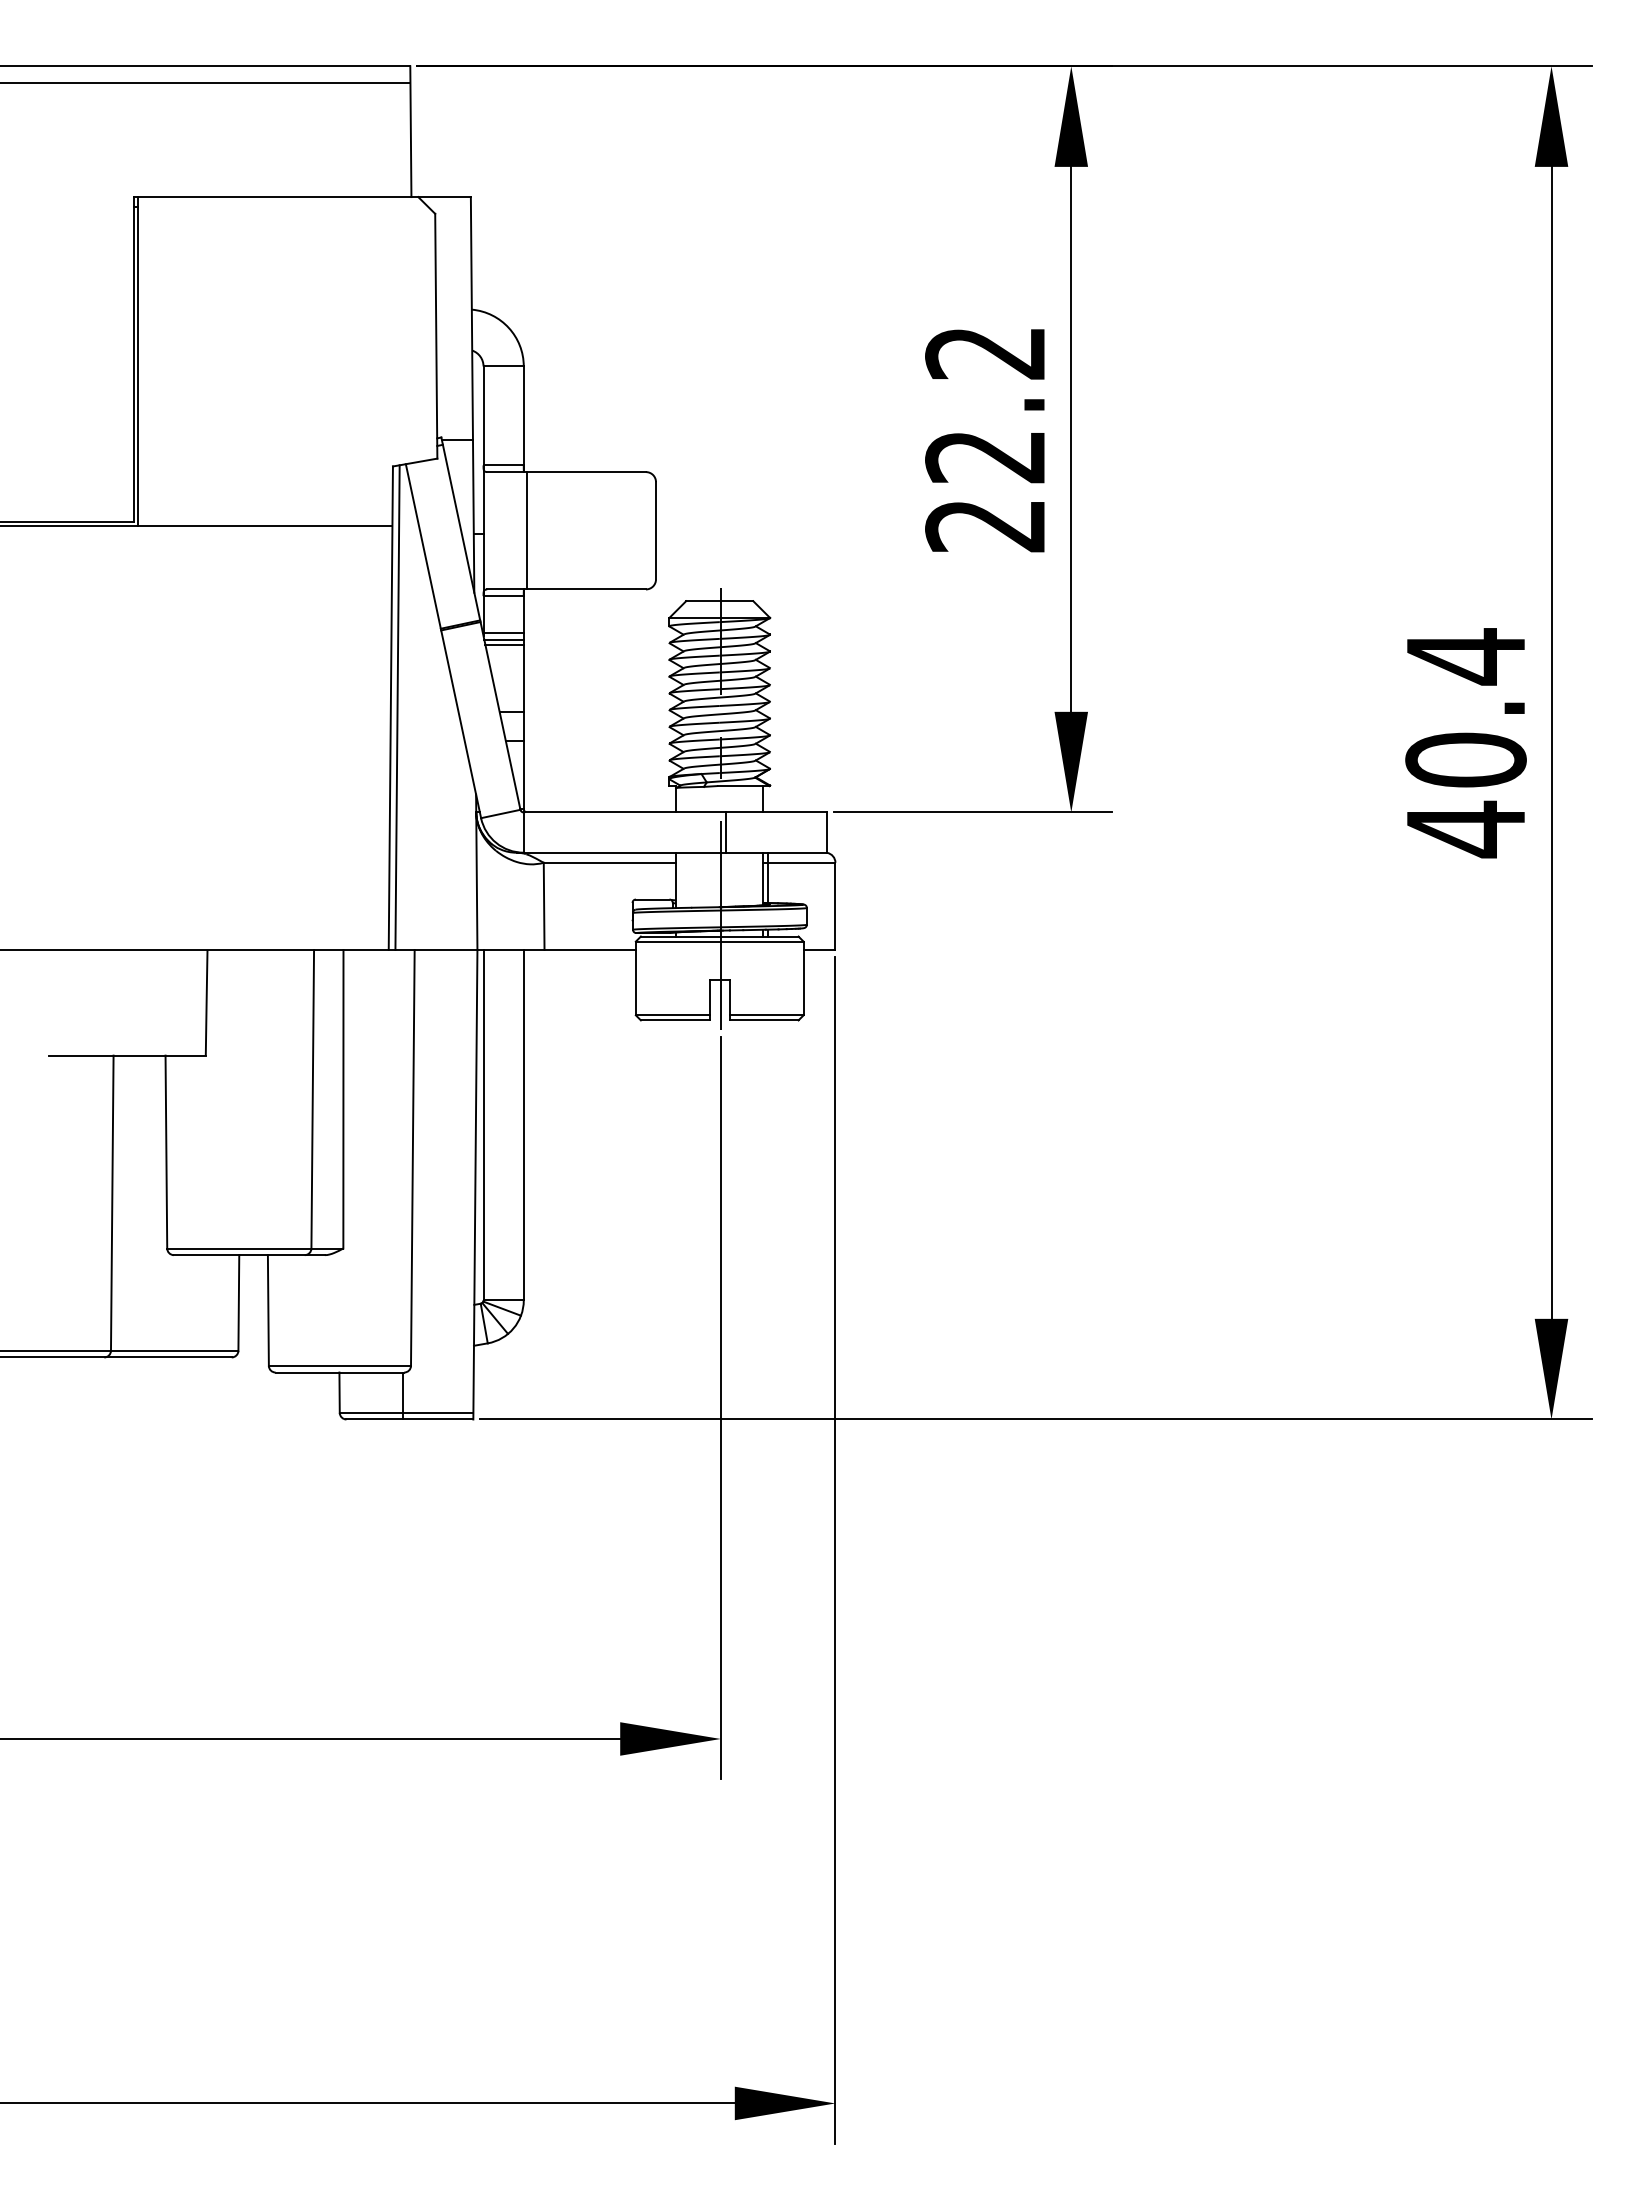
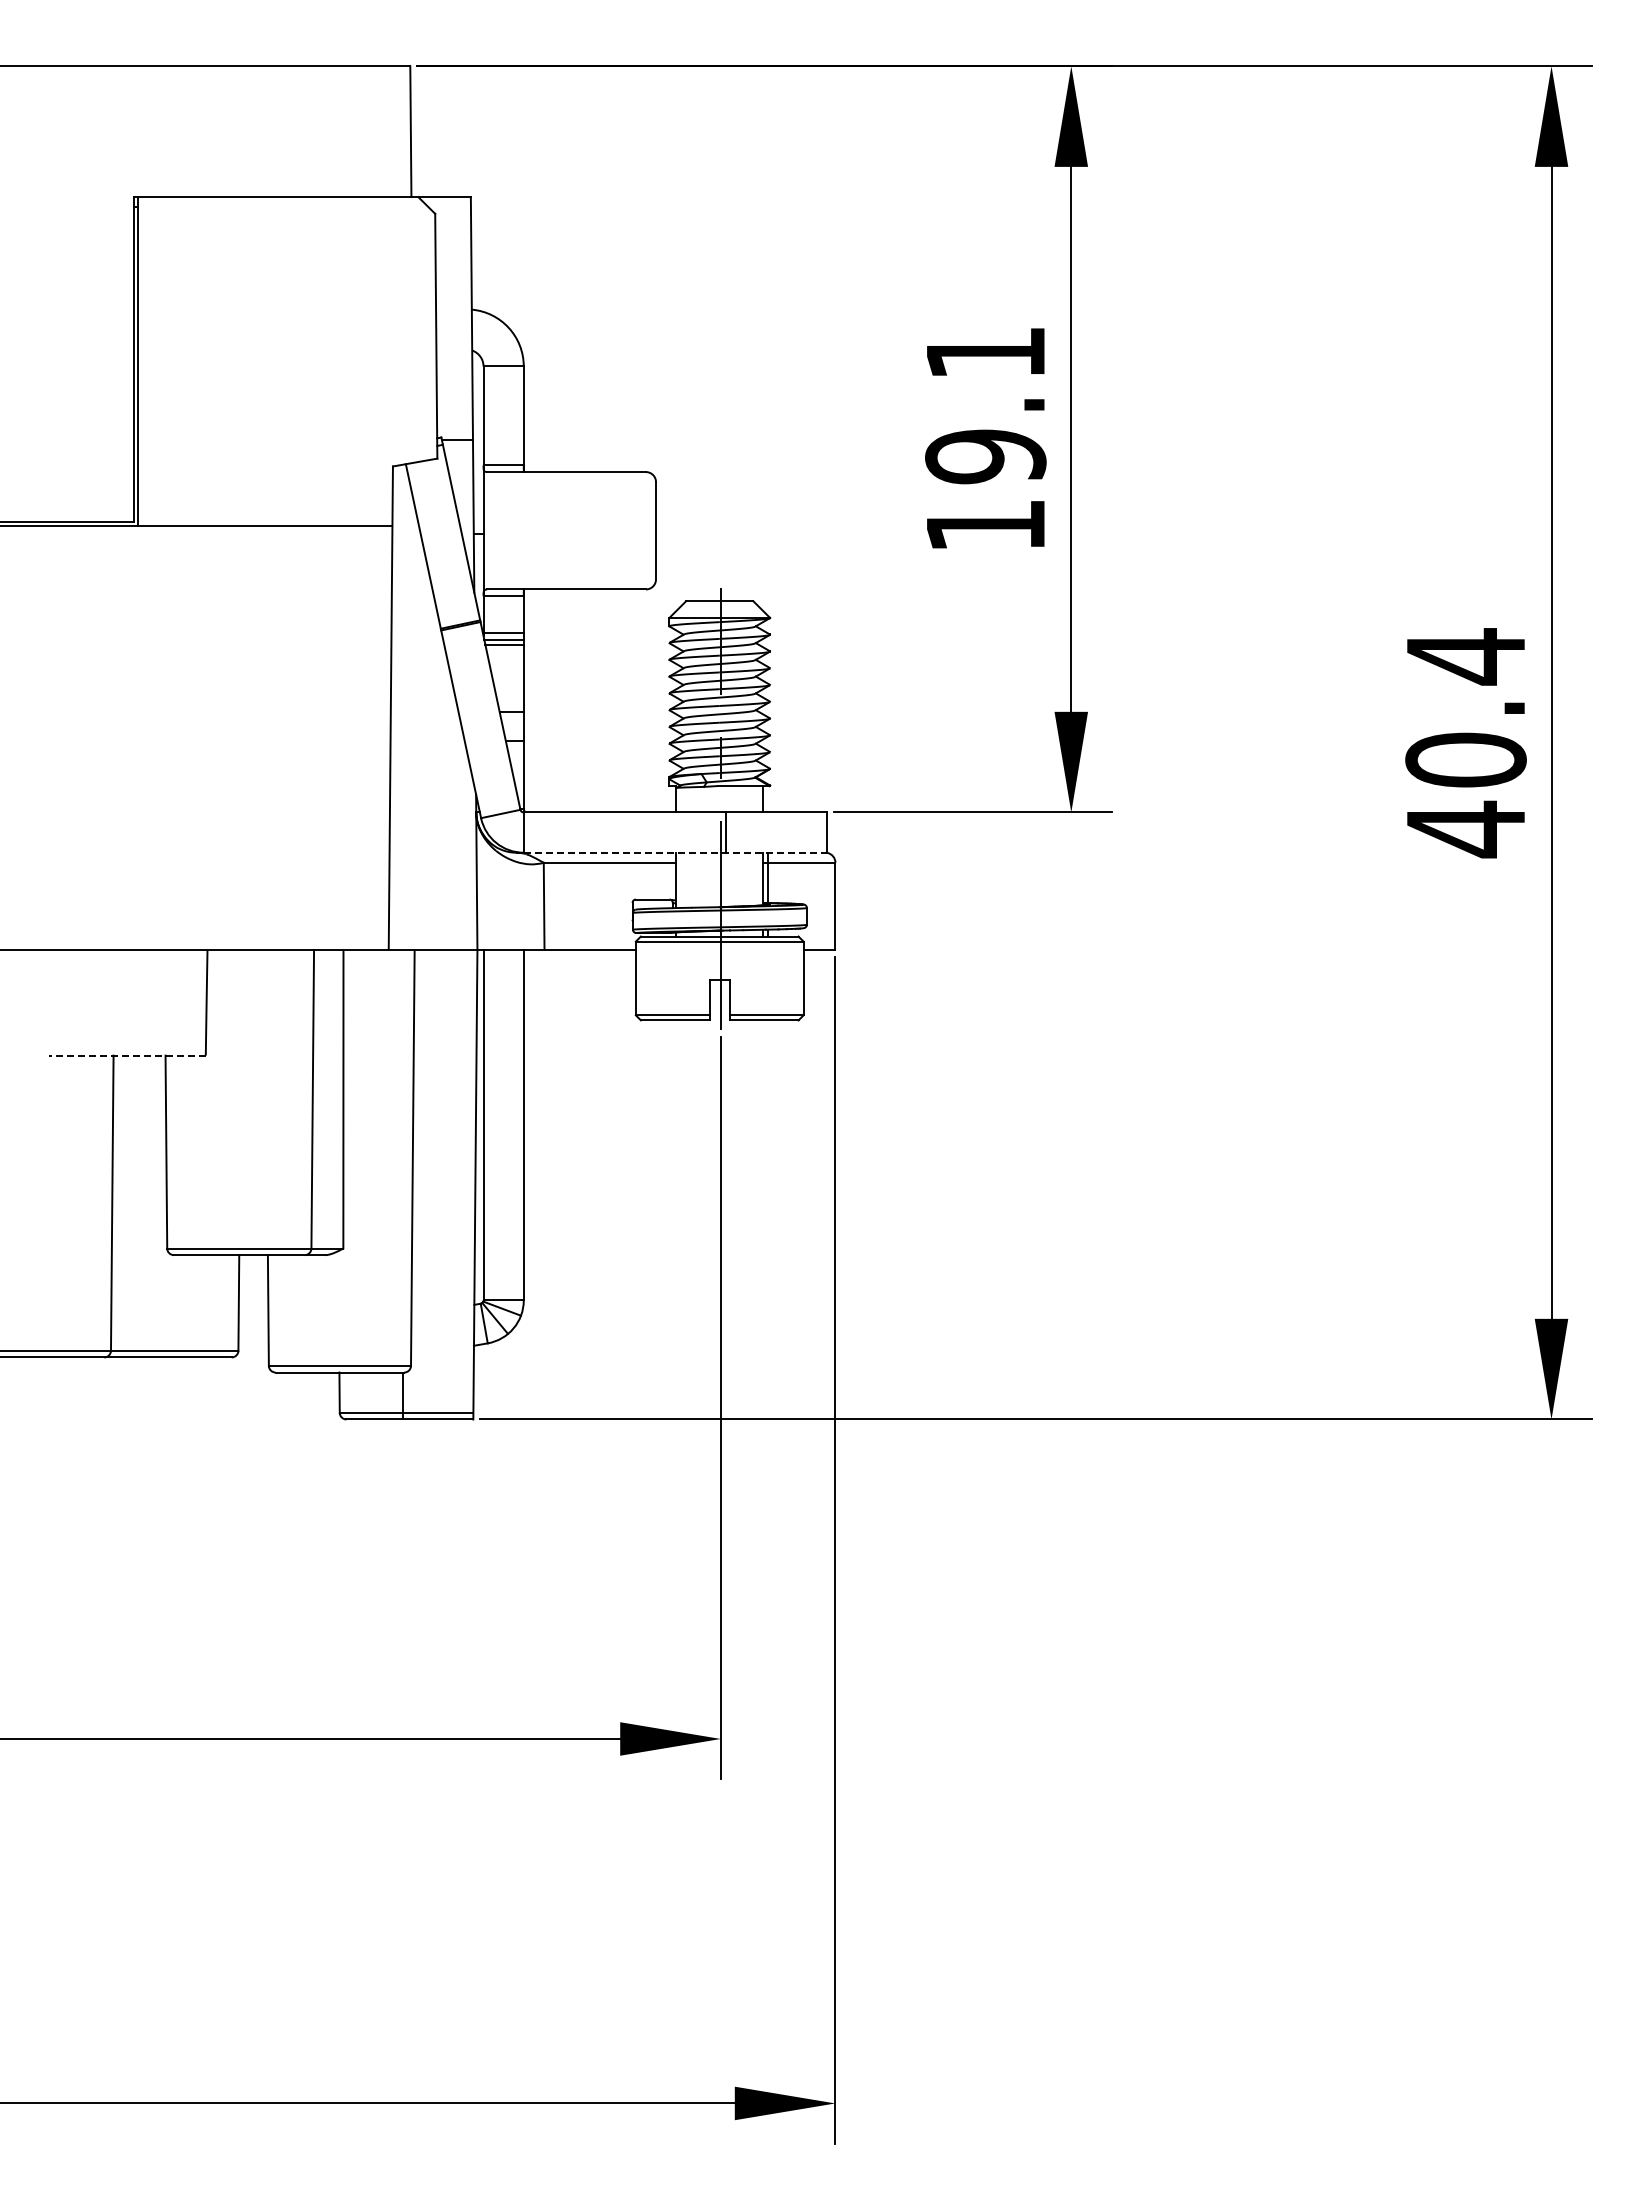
line at (206, 82): present -> none
text at (985, 440): 22.2 -> 19.1
line at (527, 530): present -> none
line at (397, 707): present -> none
line at (675, 852): solid -> dashed
line at (127, 1055): solid -> dashed
